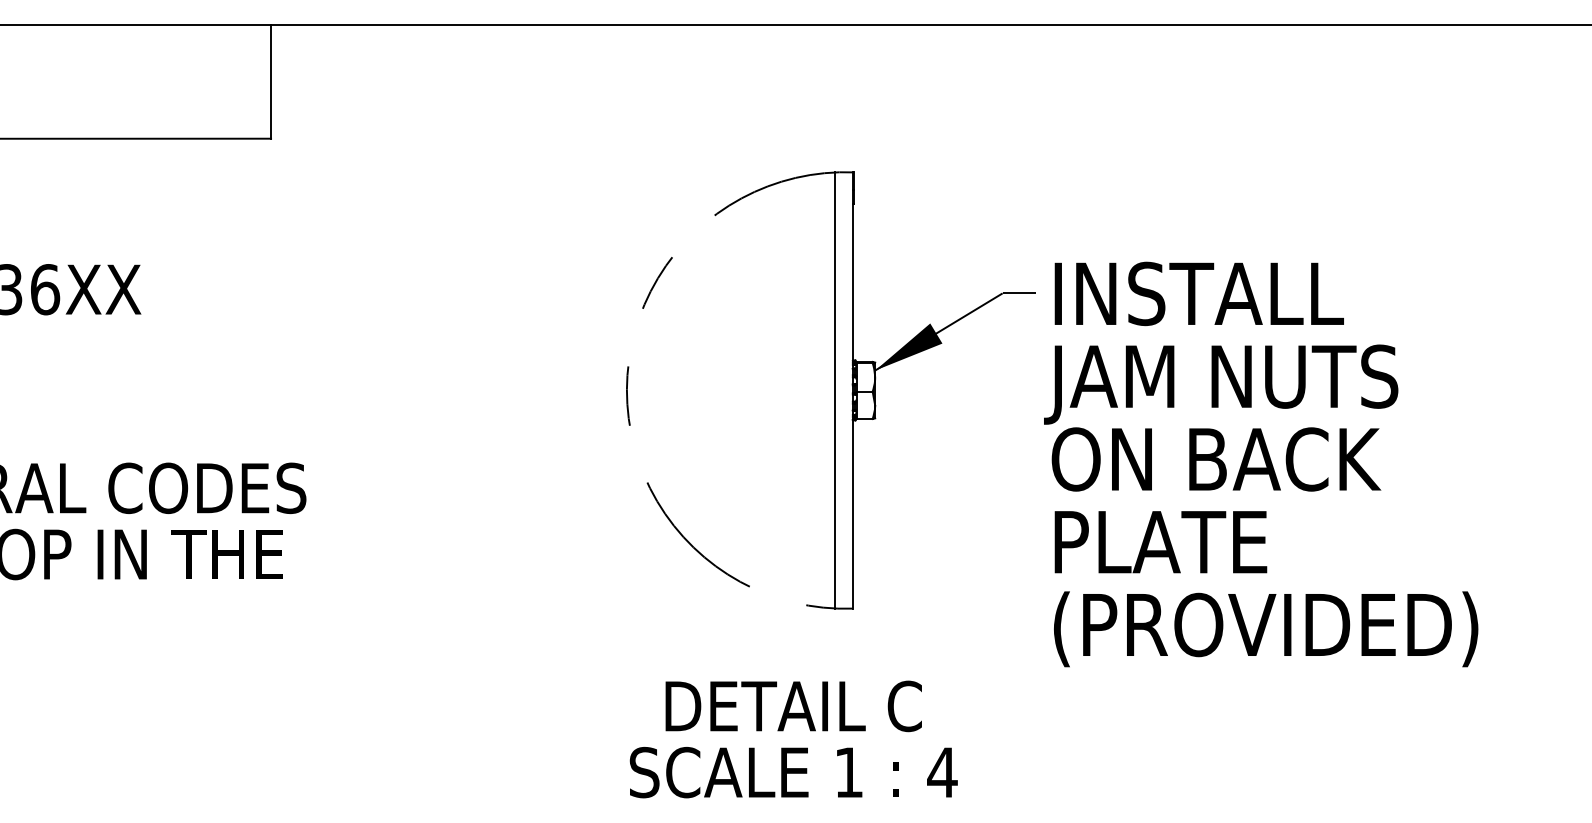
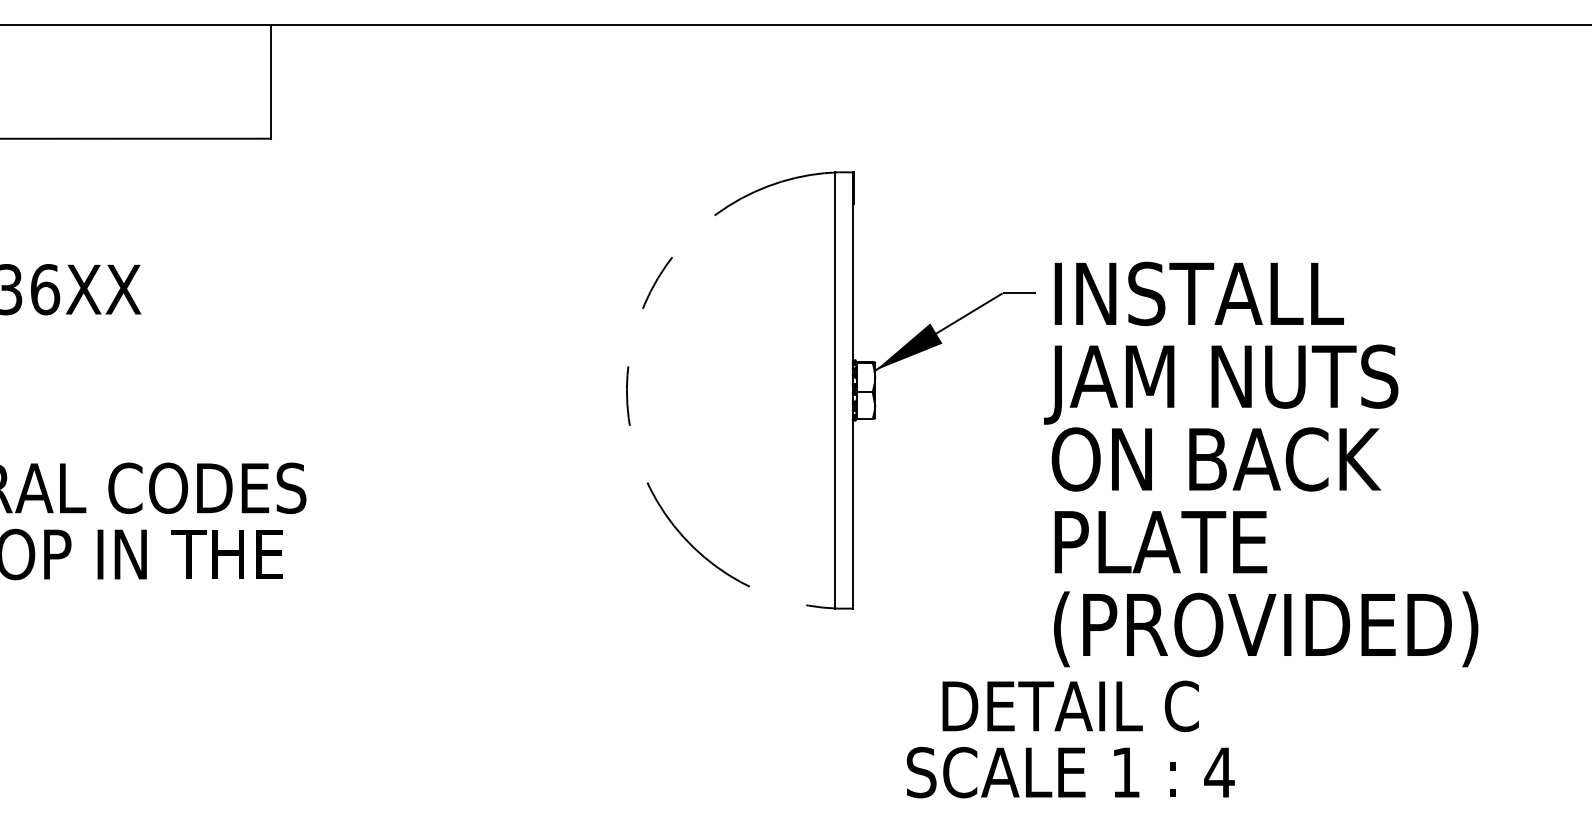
text at (793, 739) position: (793, 739) -> (1070, 739)
